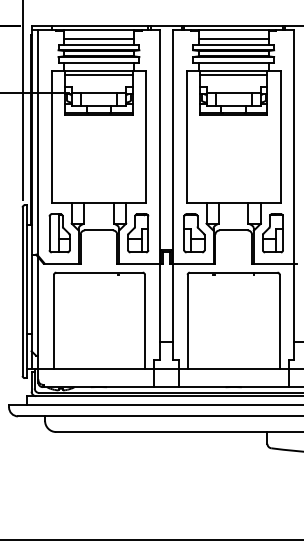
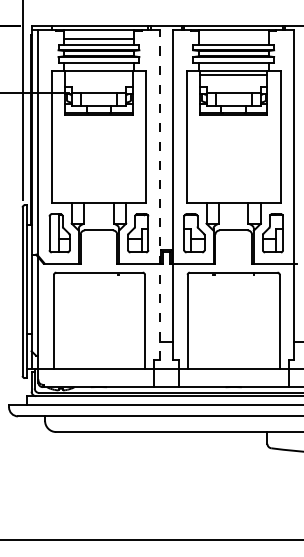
line at (233, 39): present -> none
line at (98, 75): present -> none
line at (159, 194): solid -> dashed
